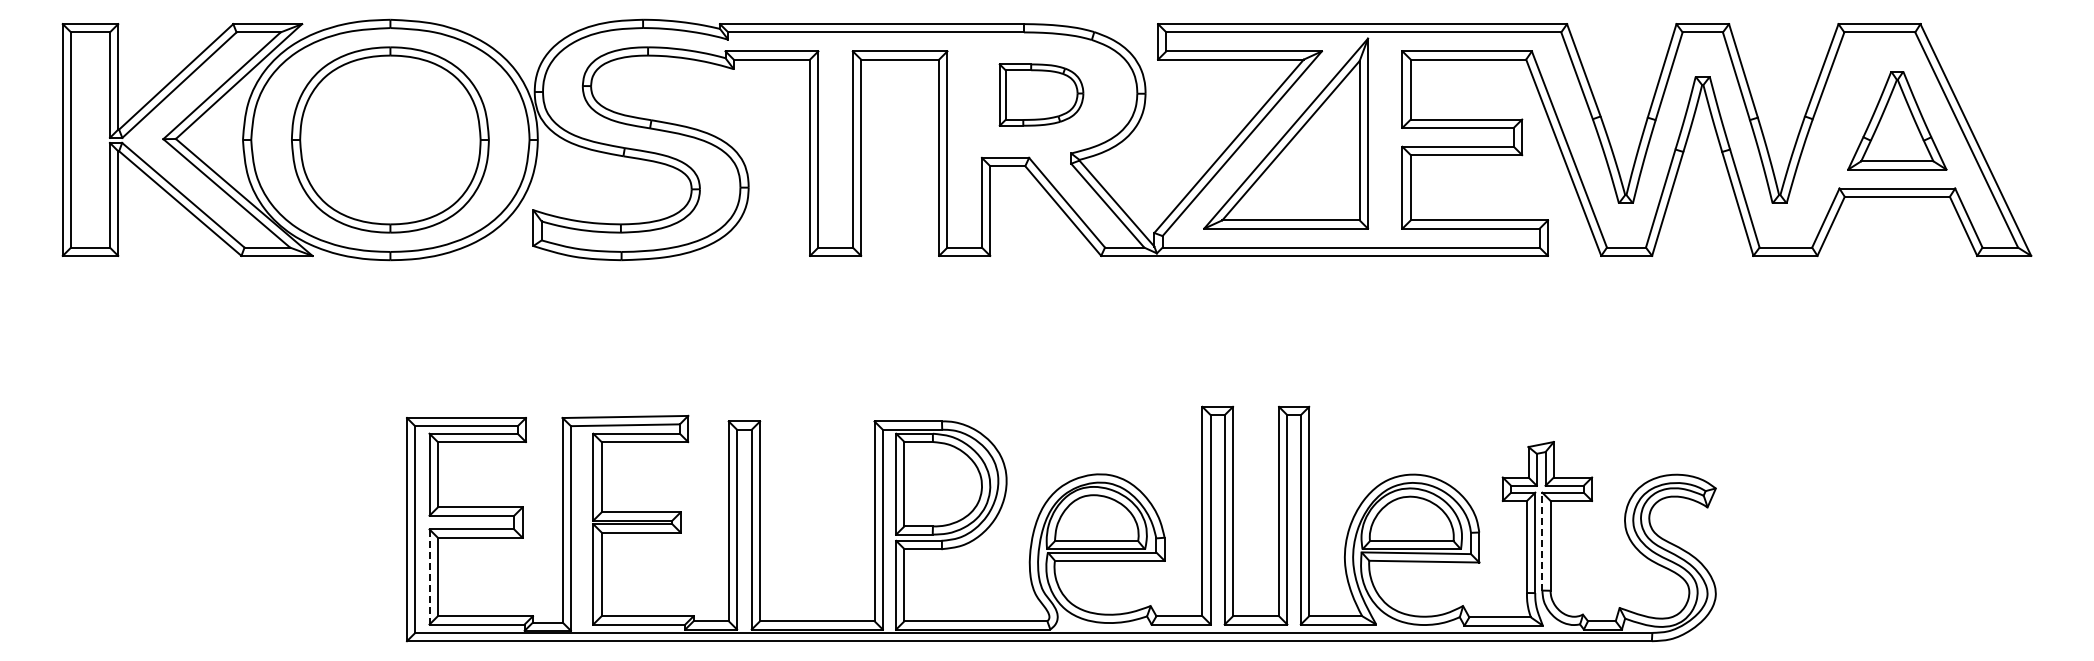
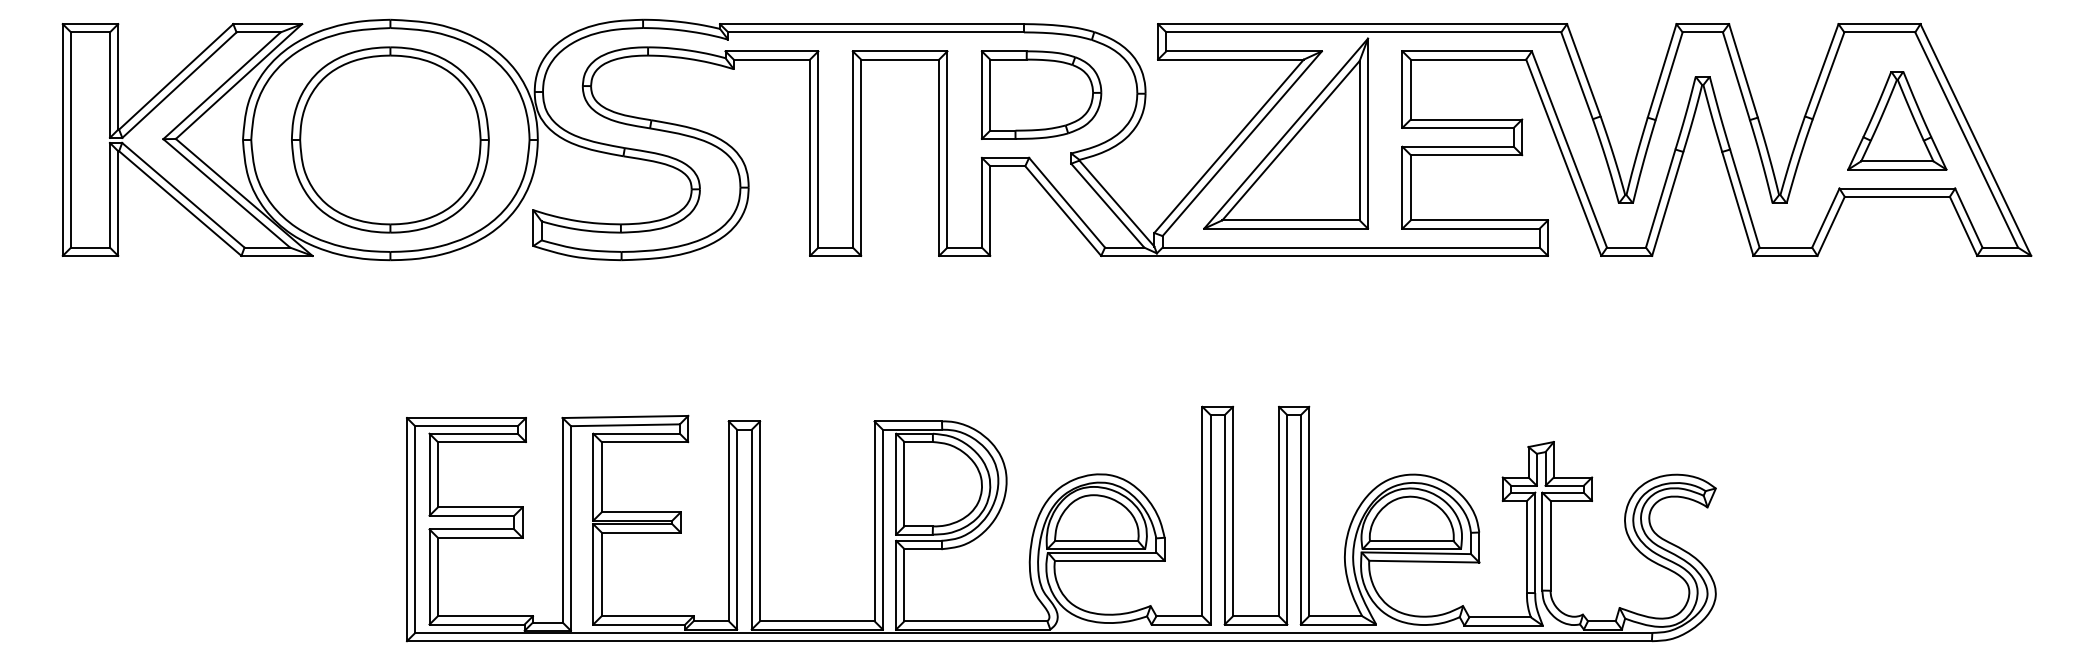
part at (1041, 94) size: 87x64 px -> 123x90 px
line at (1542, 541): dashed -> solid
line at (429, 576): dashed -> solid
